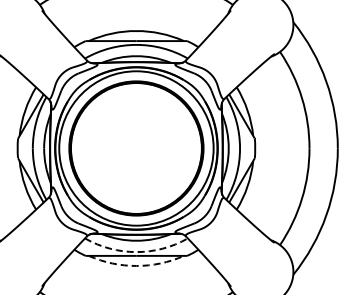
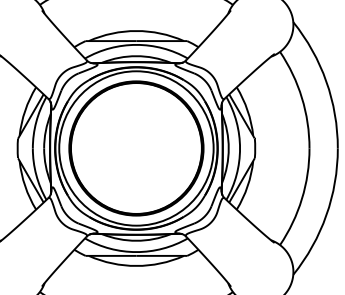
arc at (136, 252): dashed -> solid
arc at (136, 265): dashed -> solid
